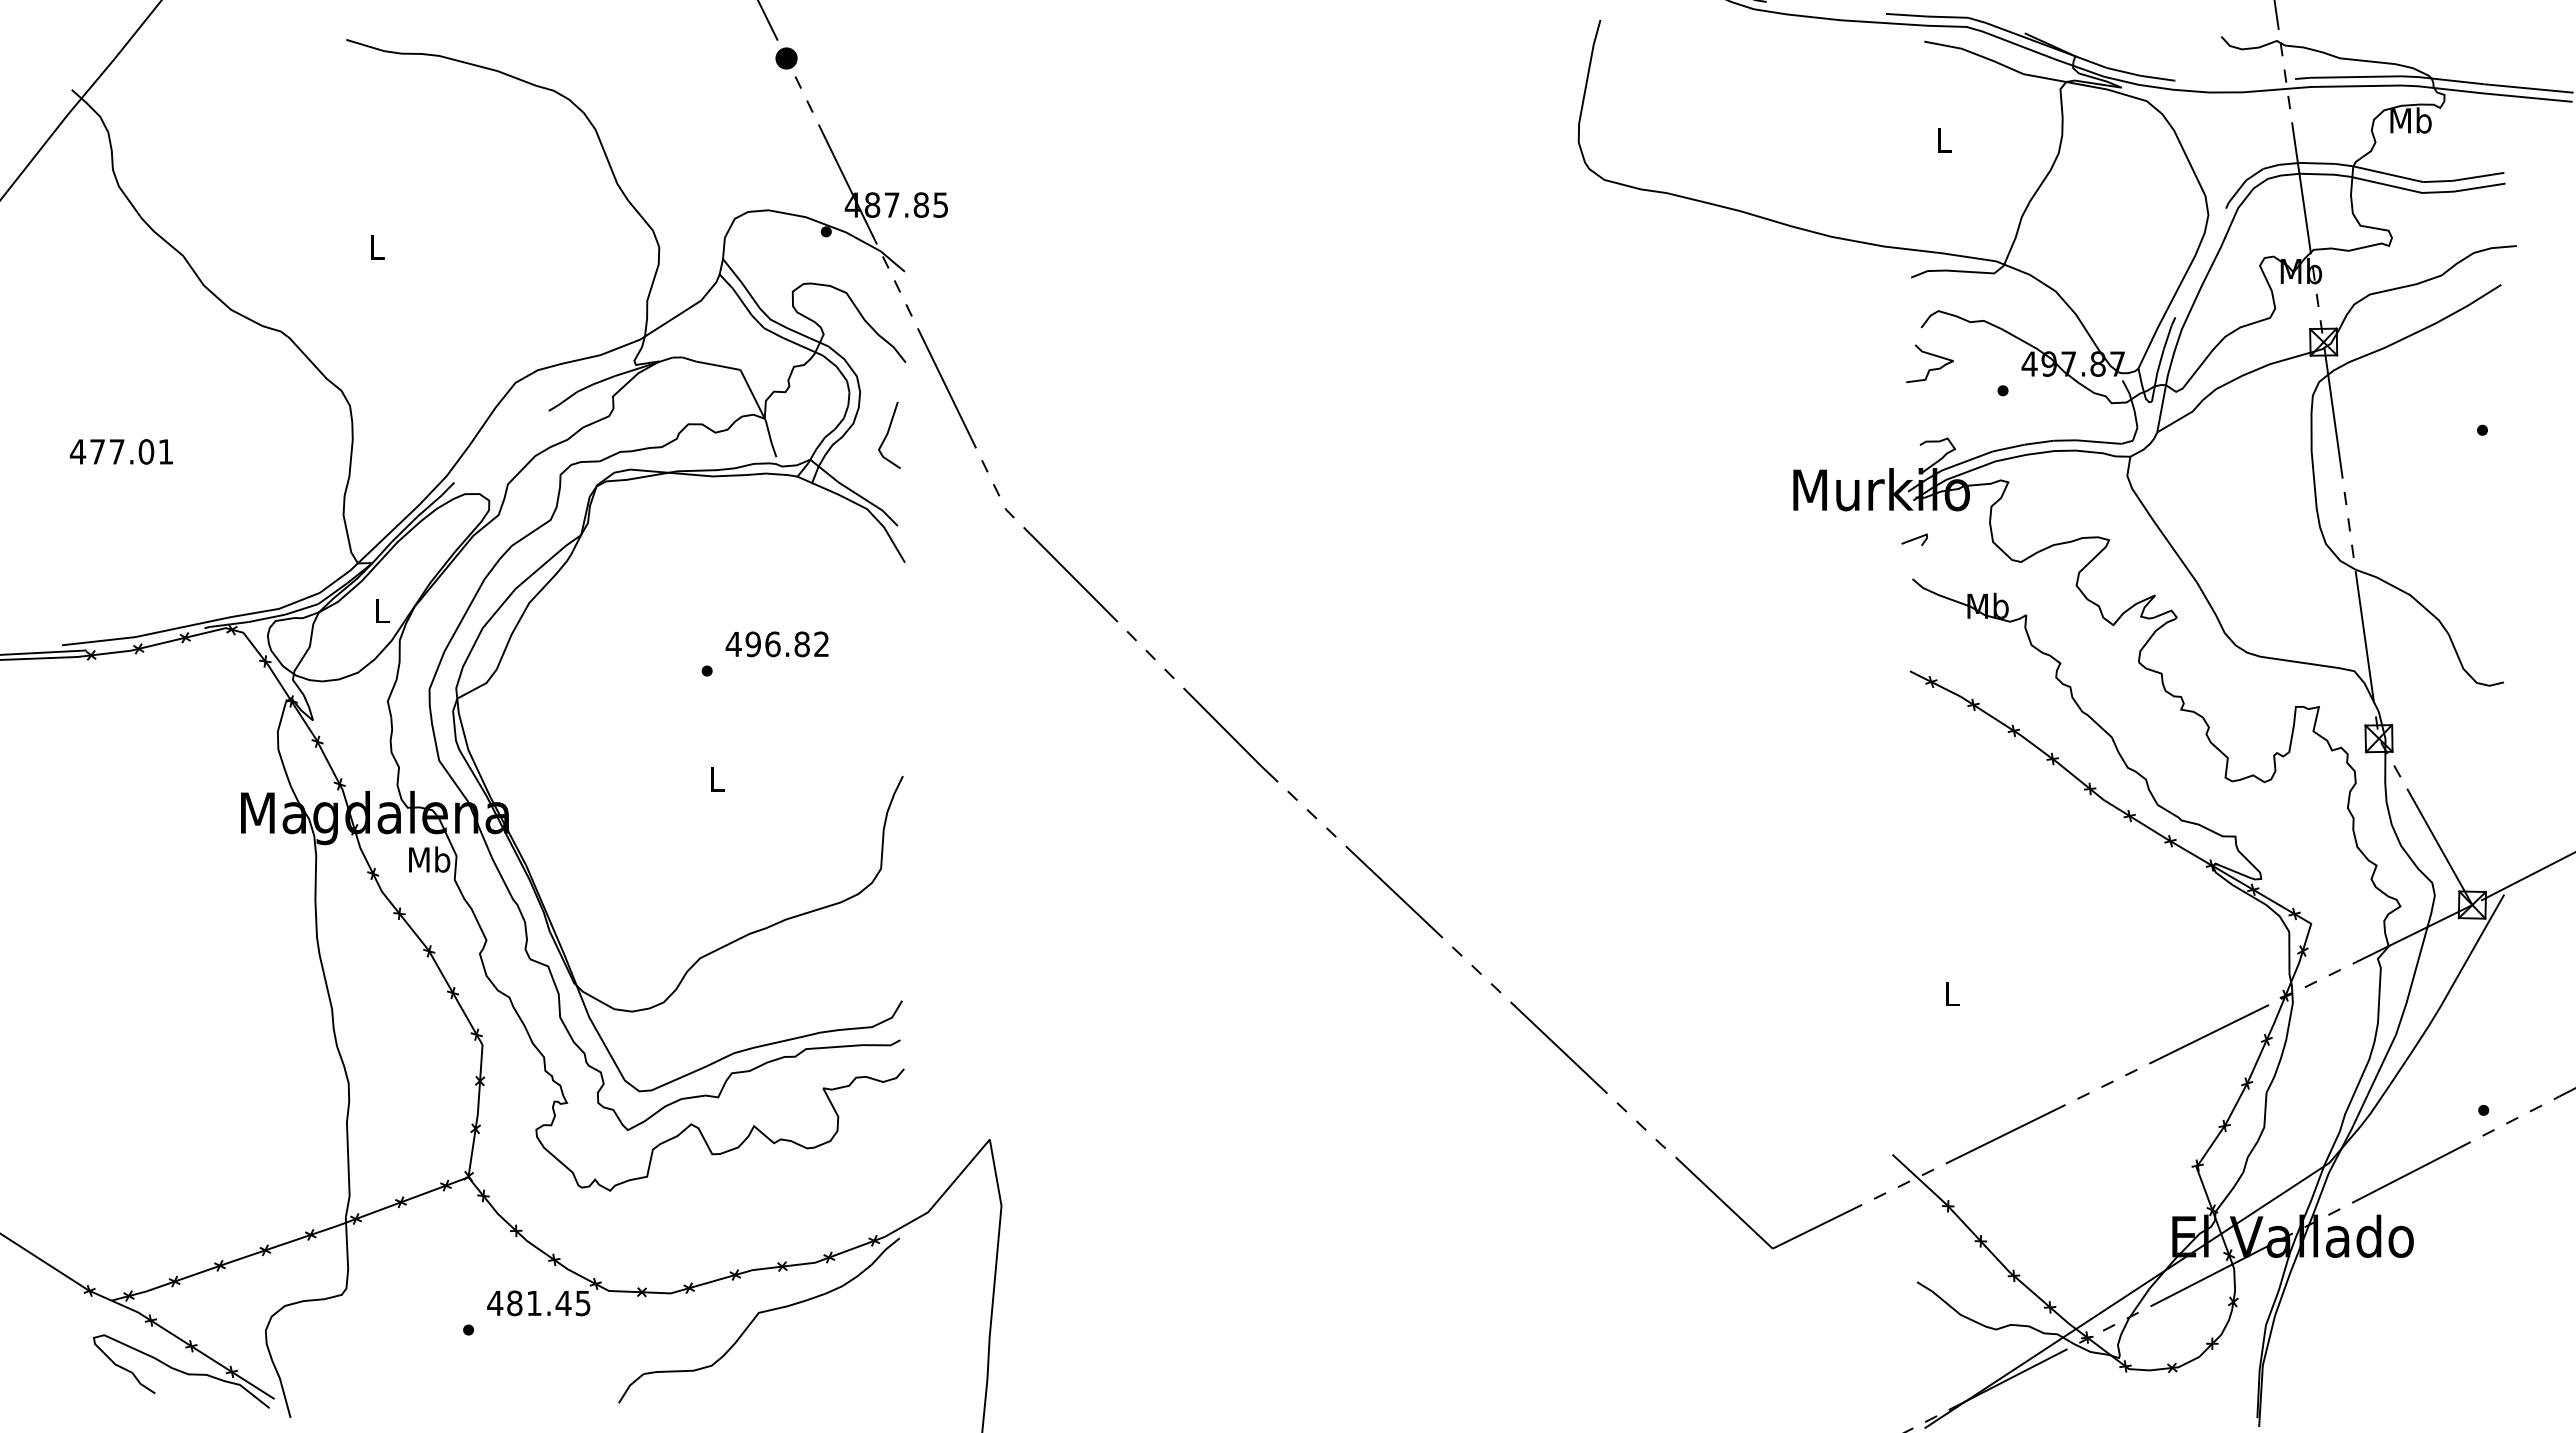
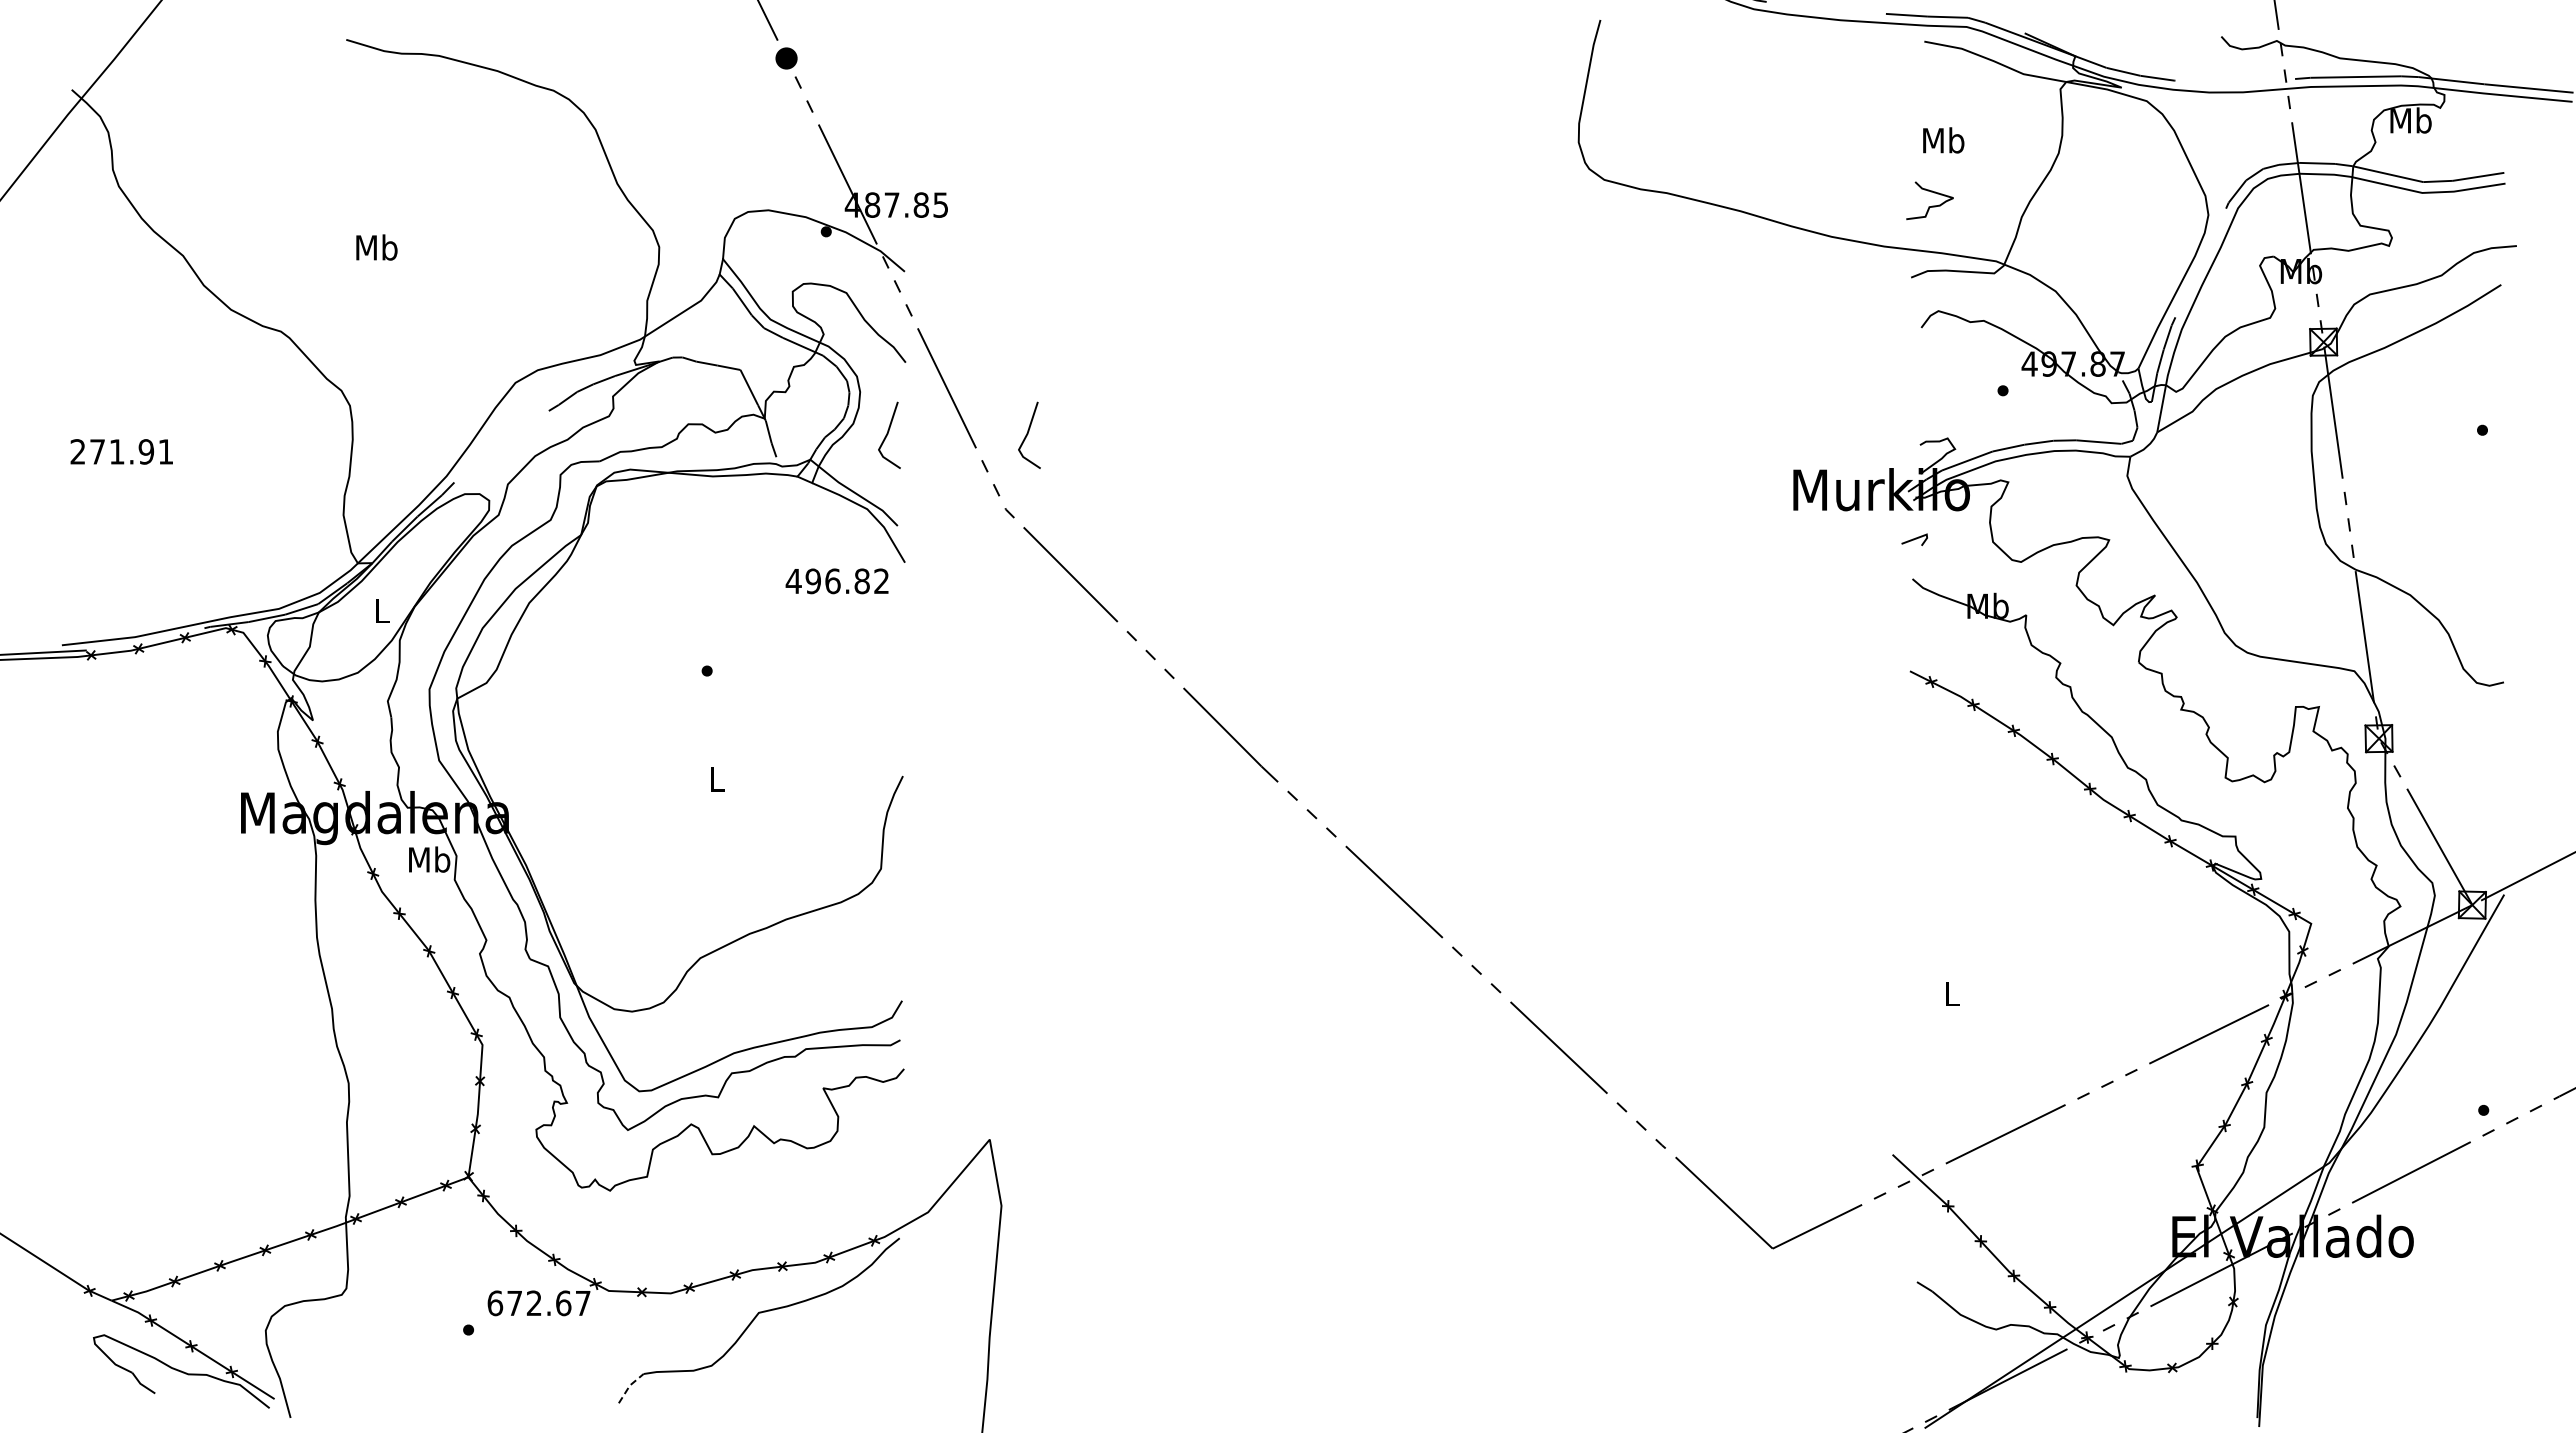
text at (1943, 140): L -> Mb
text at (376, 247): L -> Mb
curve at (1932, 368) position: (1932, 368) -> (1932, 205)
line at (1028, 434): none -> present
text at (111, 451): 477.01 -> 271.91
text at (776, 644) position: (776, 644) -> (836, 581)
text at (538, 1303): 481.45 -> 672.67
line at (629, 1386): solid -> dashed
